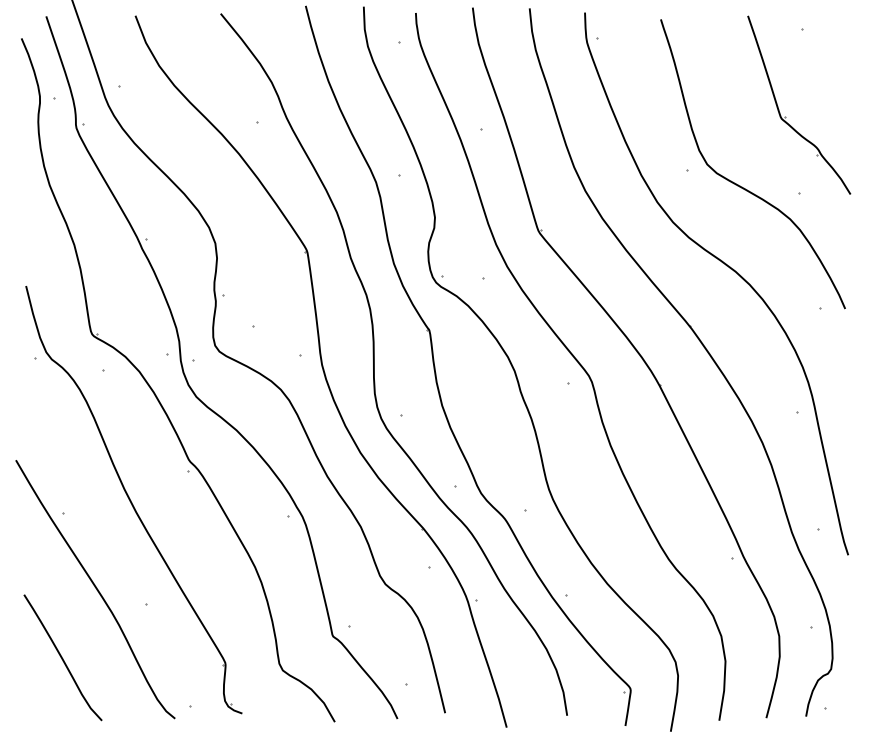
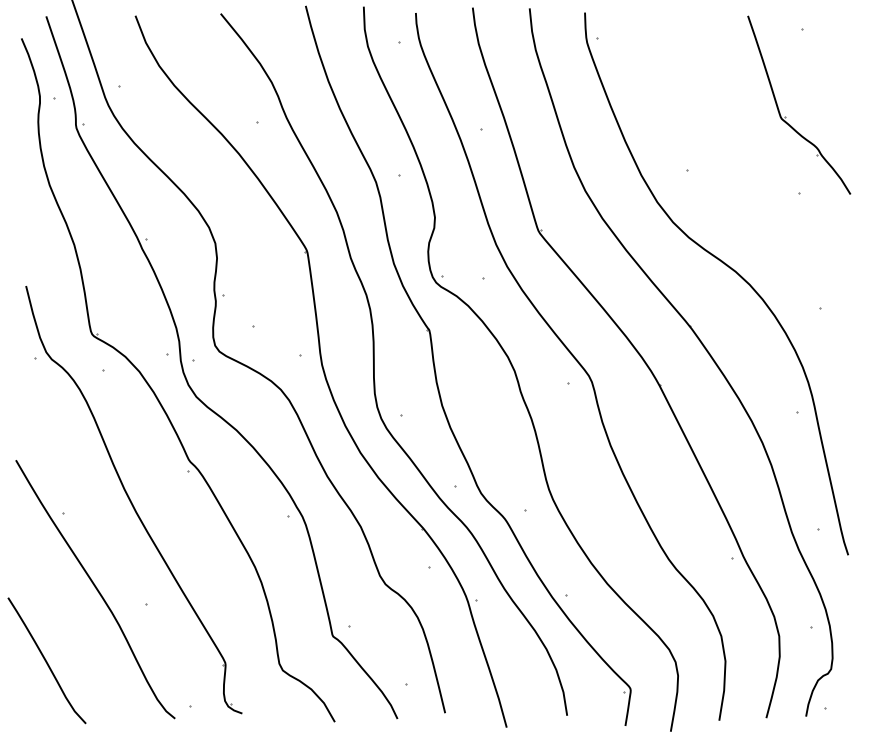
curve at (742, 186): present -> none
curve at (62, 657) position: (62, 657) -> (46, 660)
